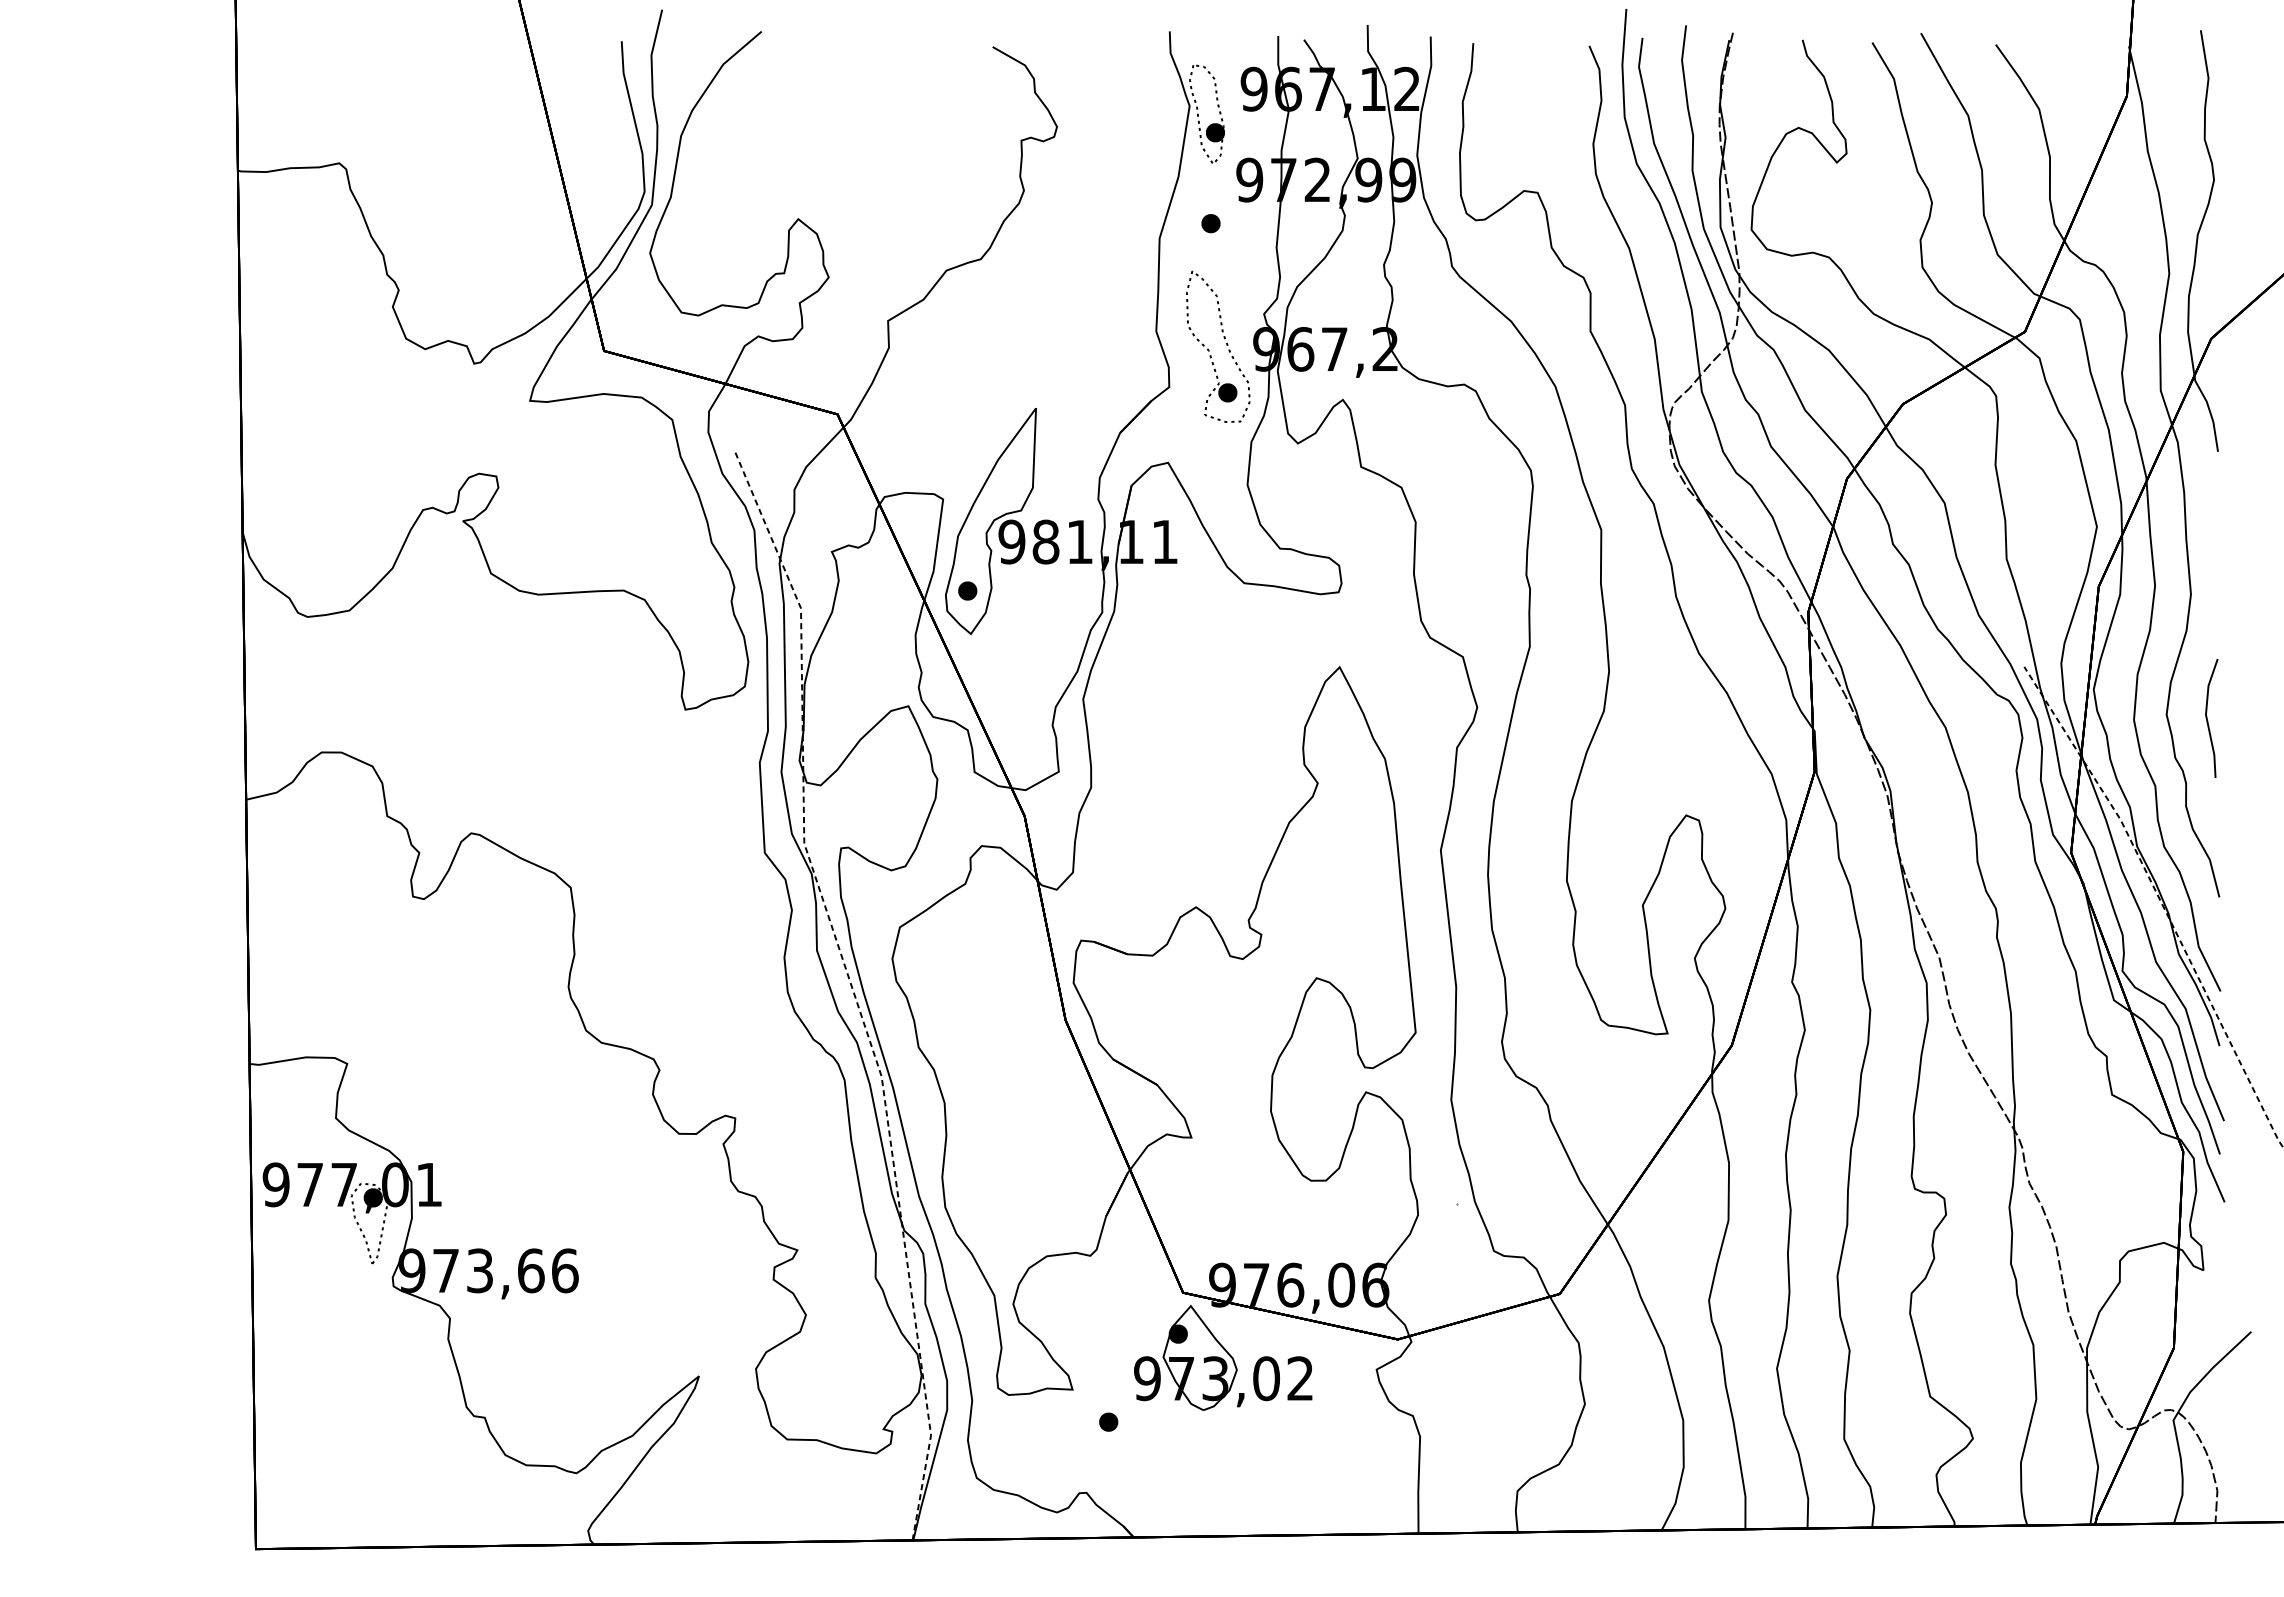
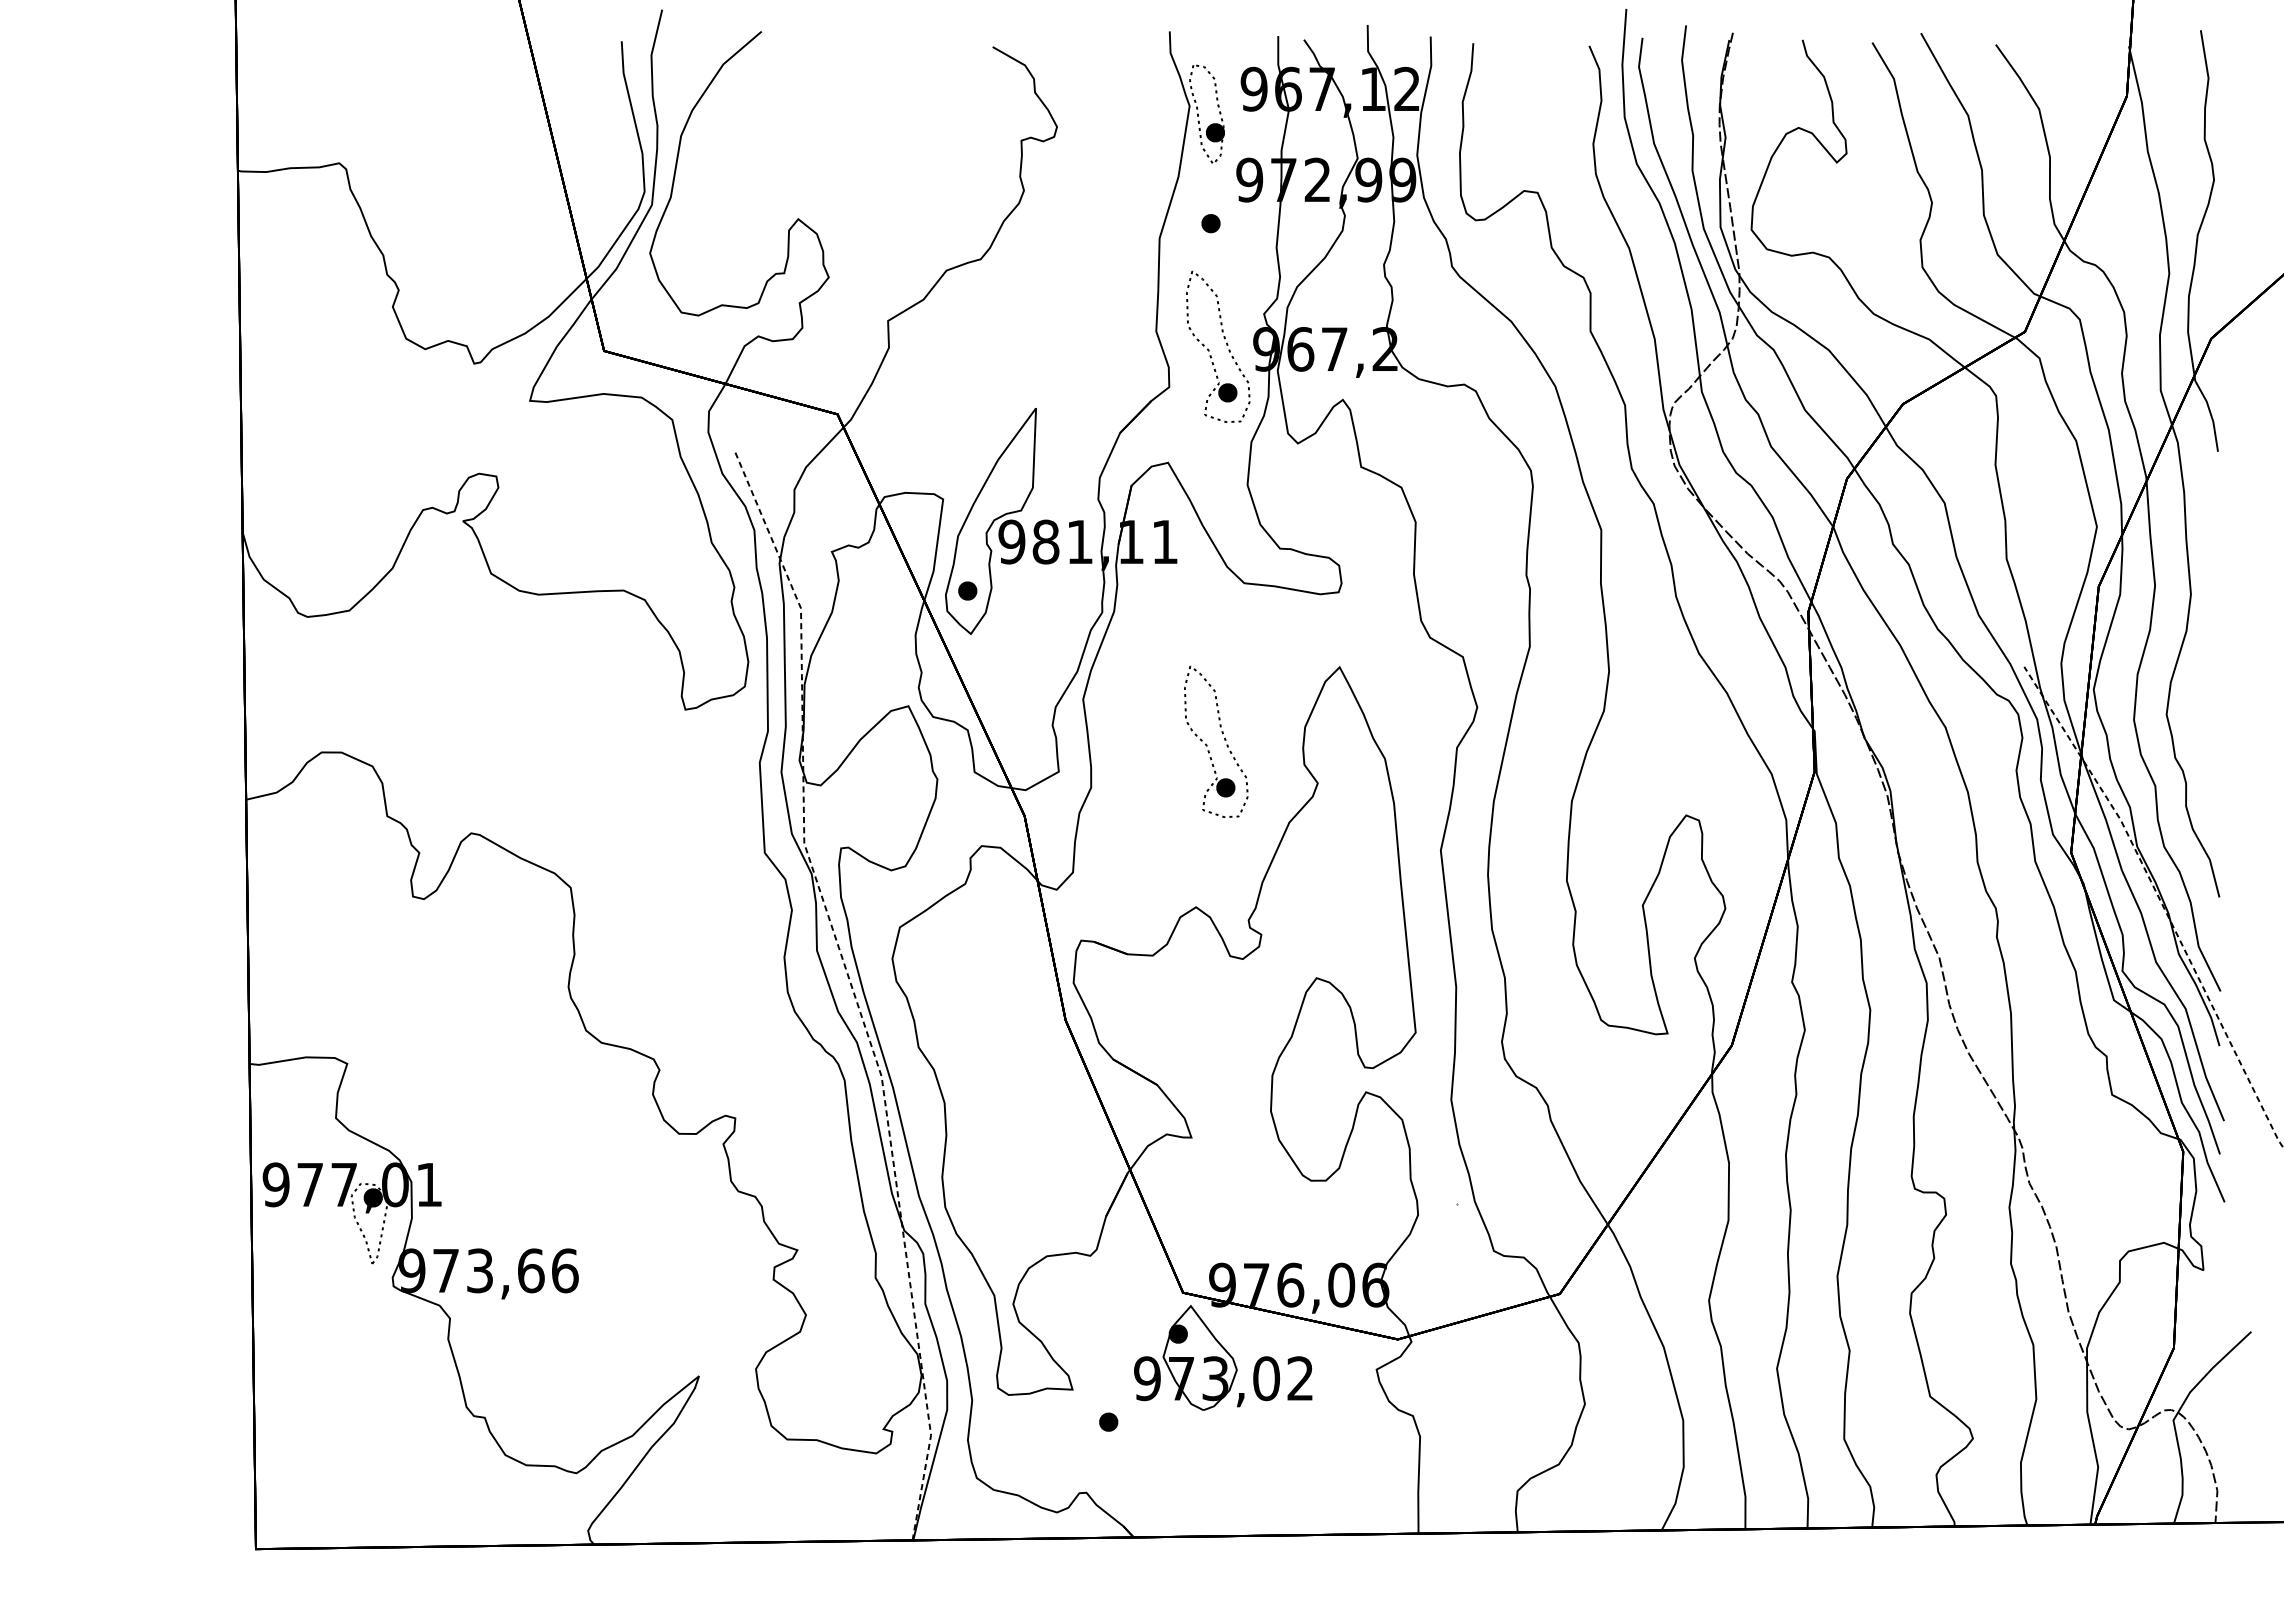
line at (2208, 720): present -> none
part at (1224, 740): none -> present
